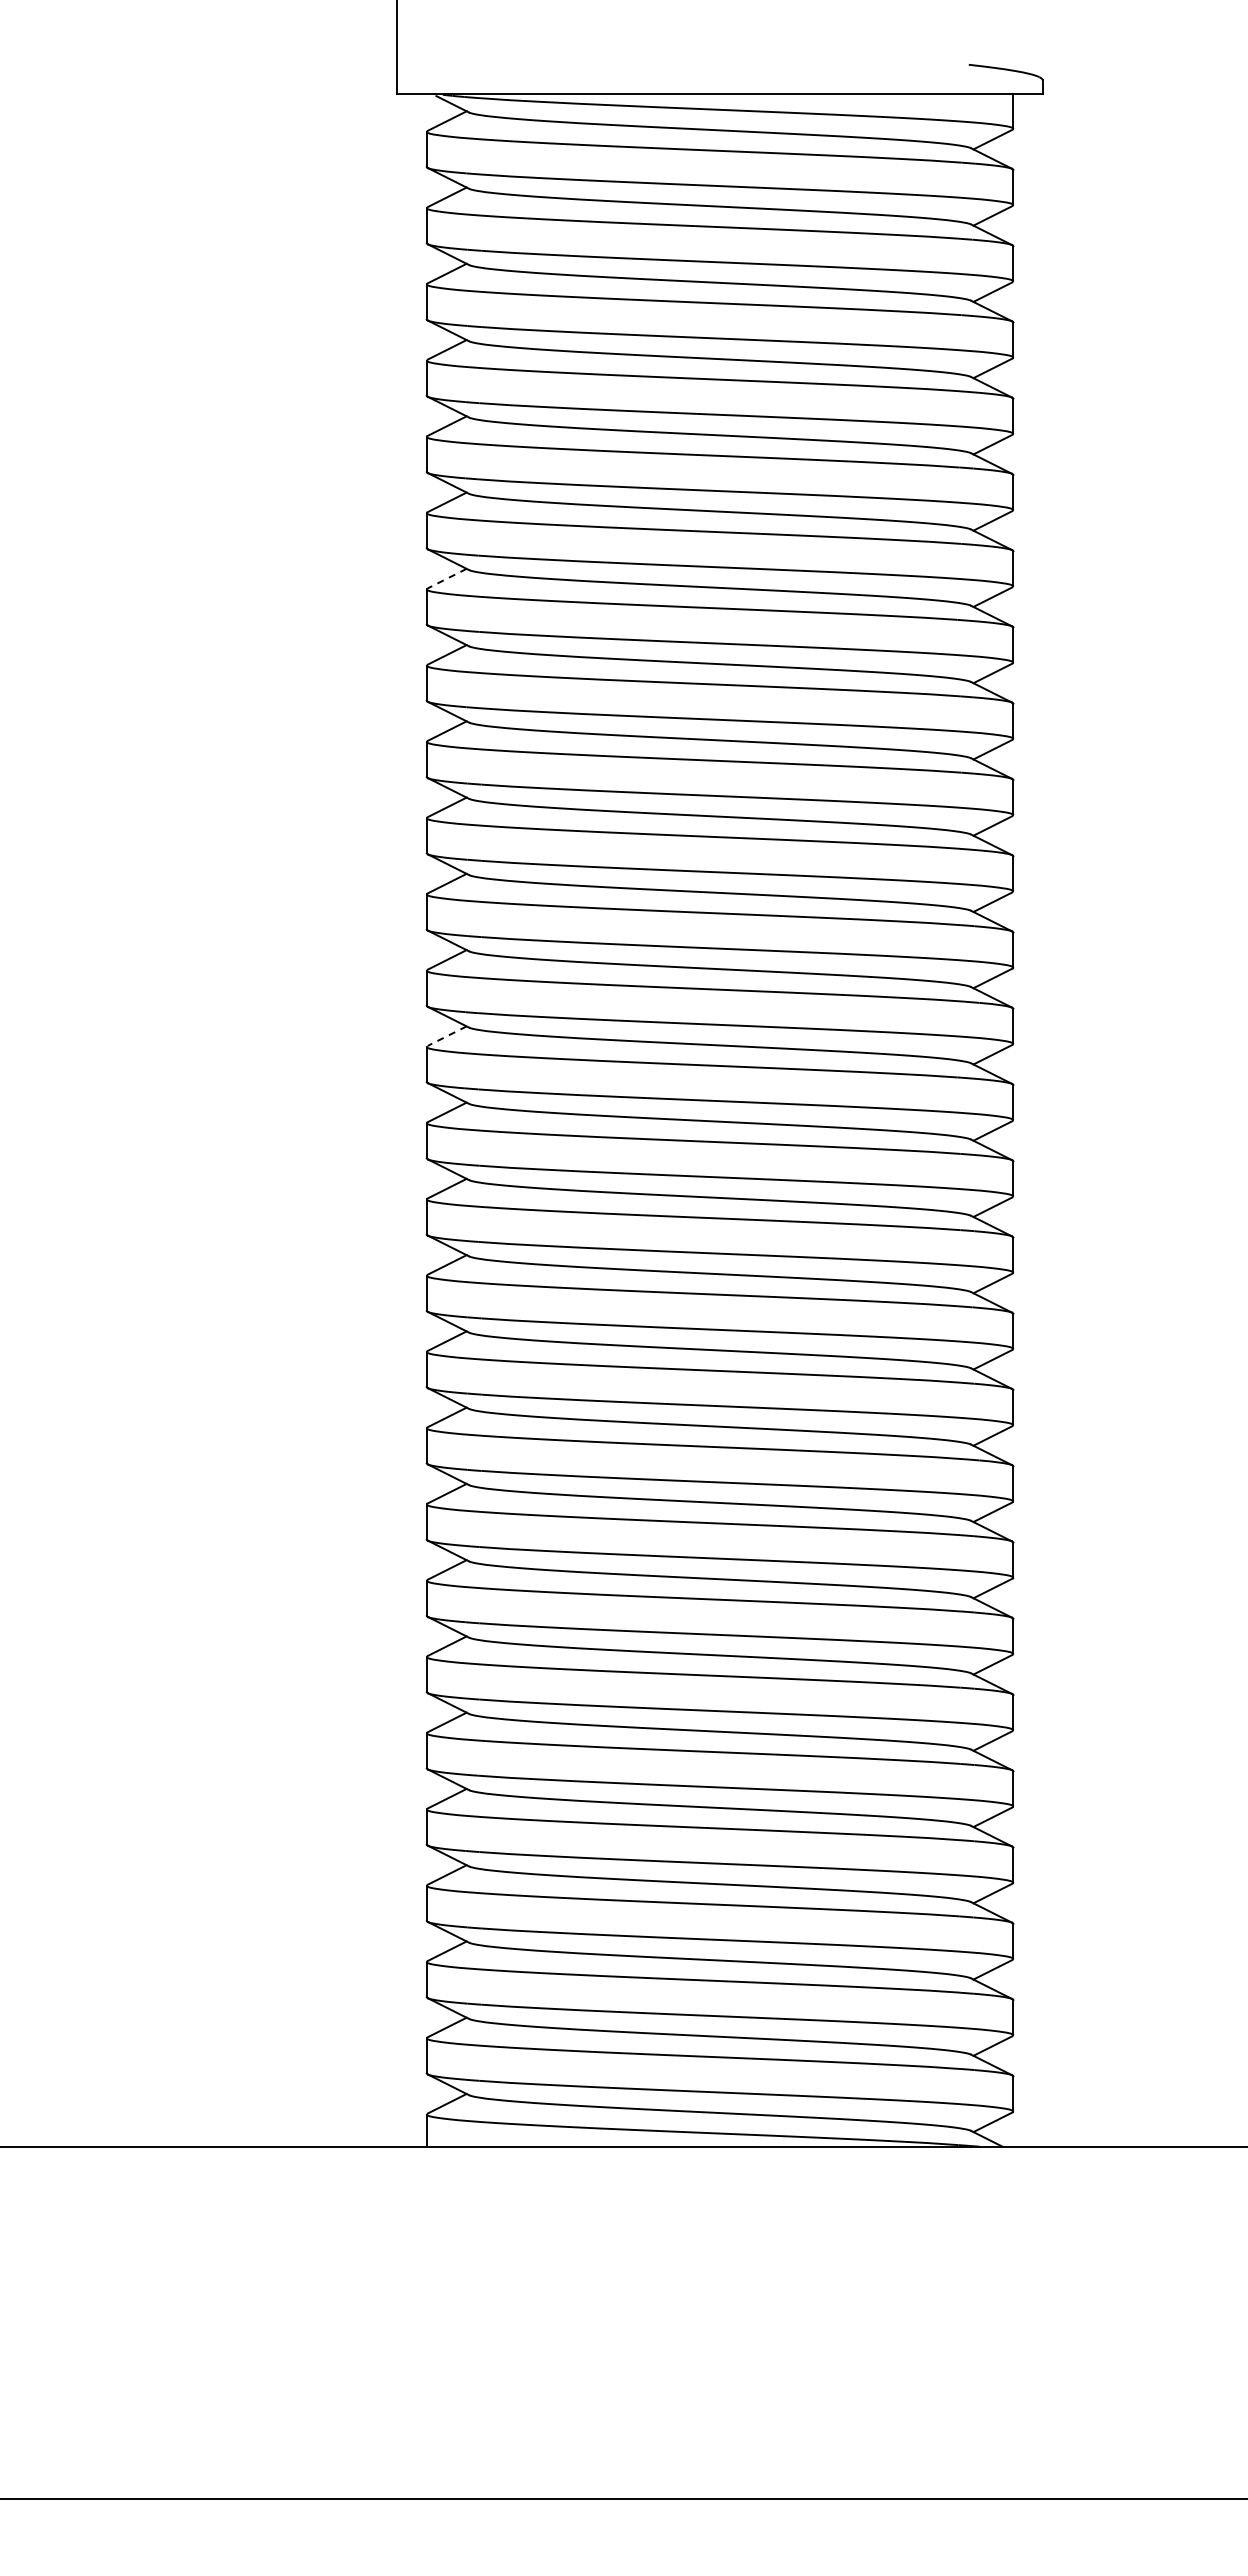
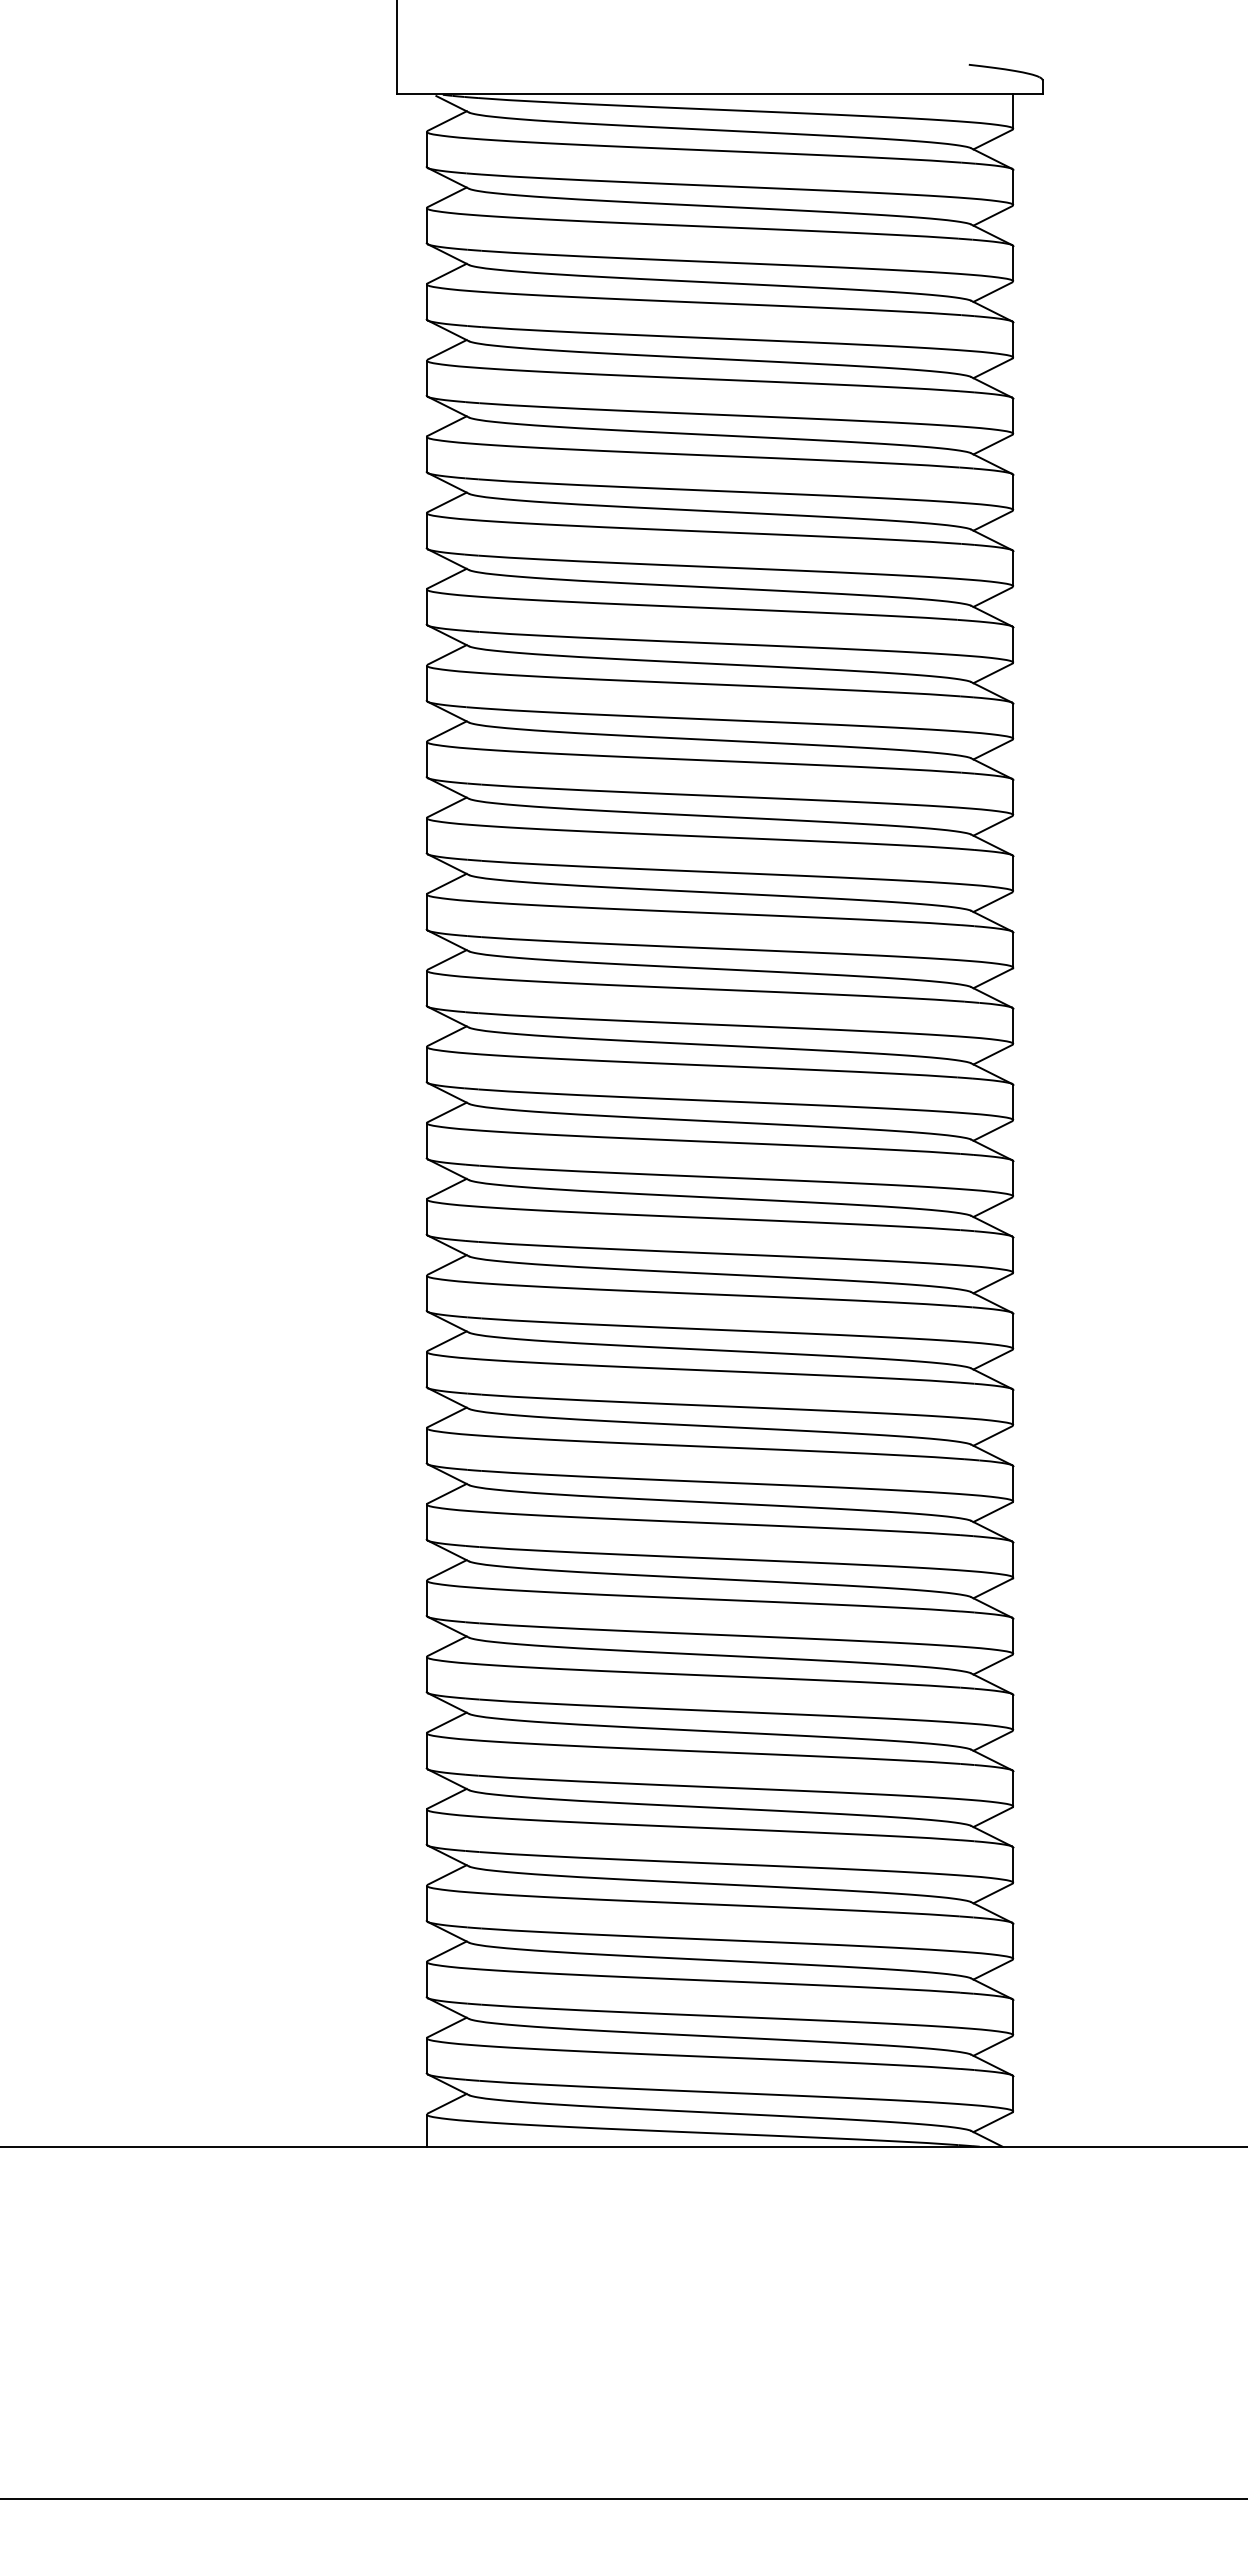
line at (447, 578): dashed -> solid
line at (447, 1036): dashed -> solid
